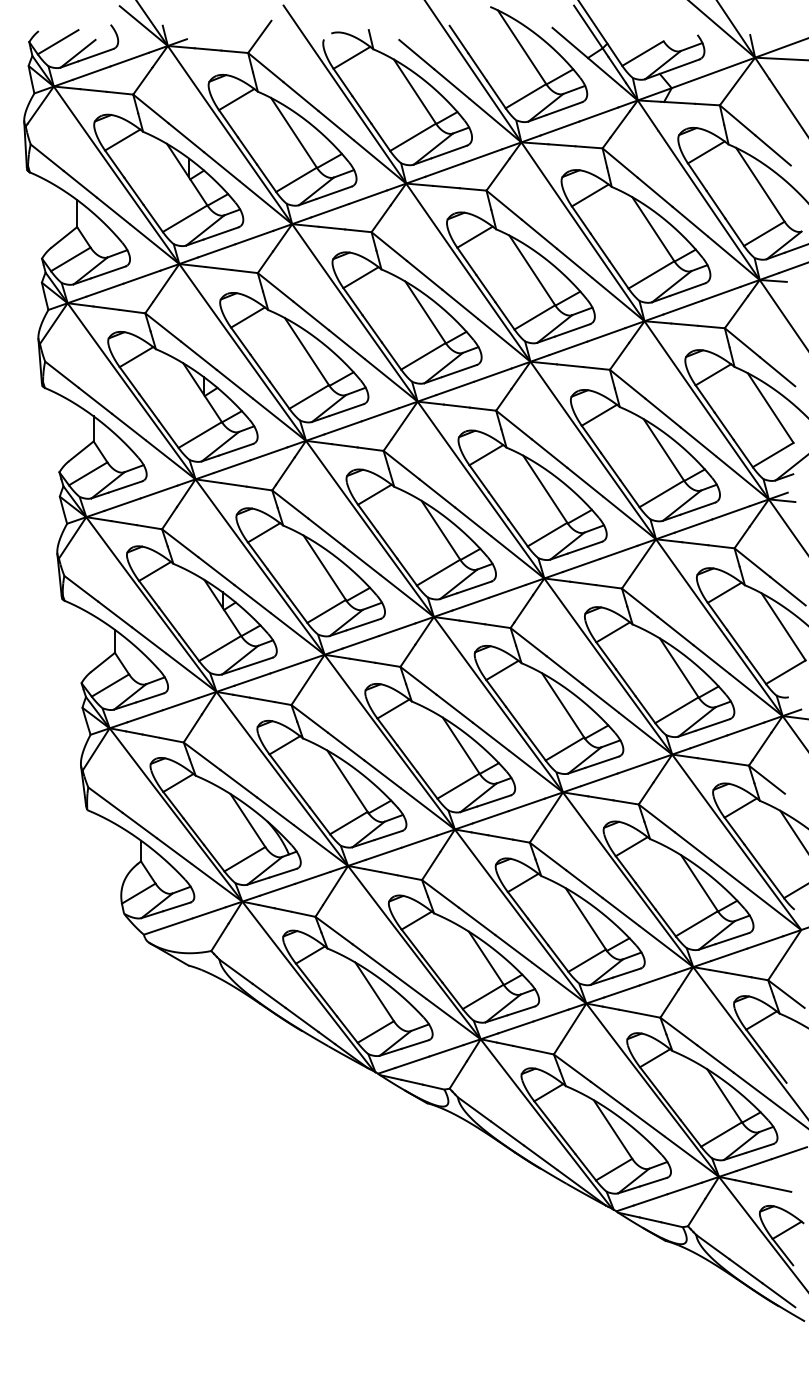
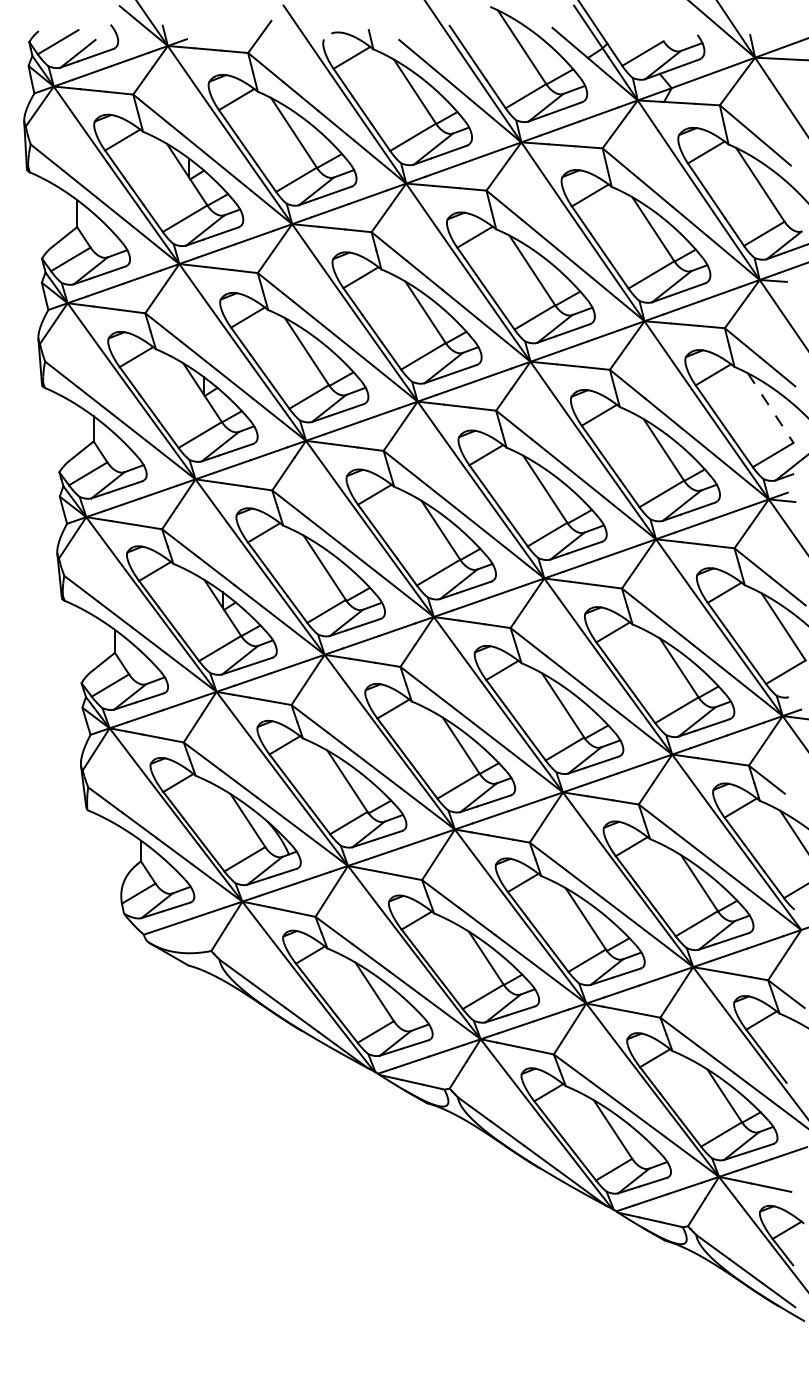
line at (770, 408): solid -> dashed
